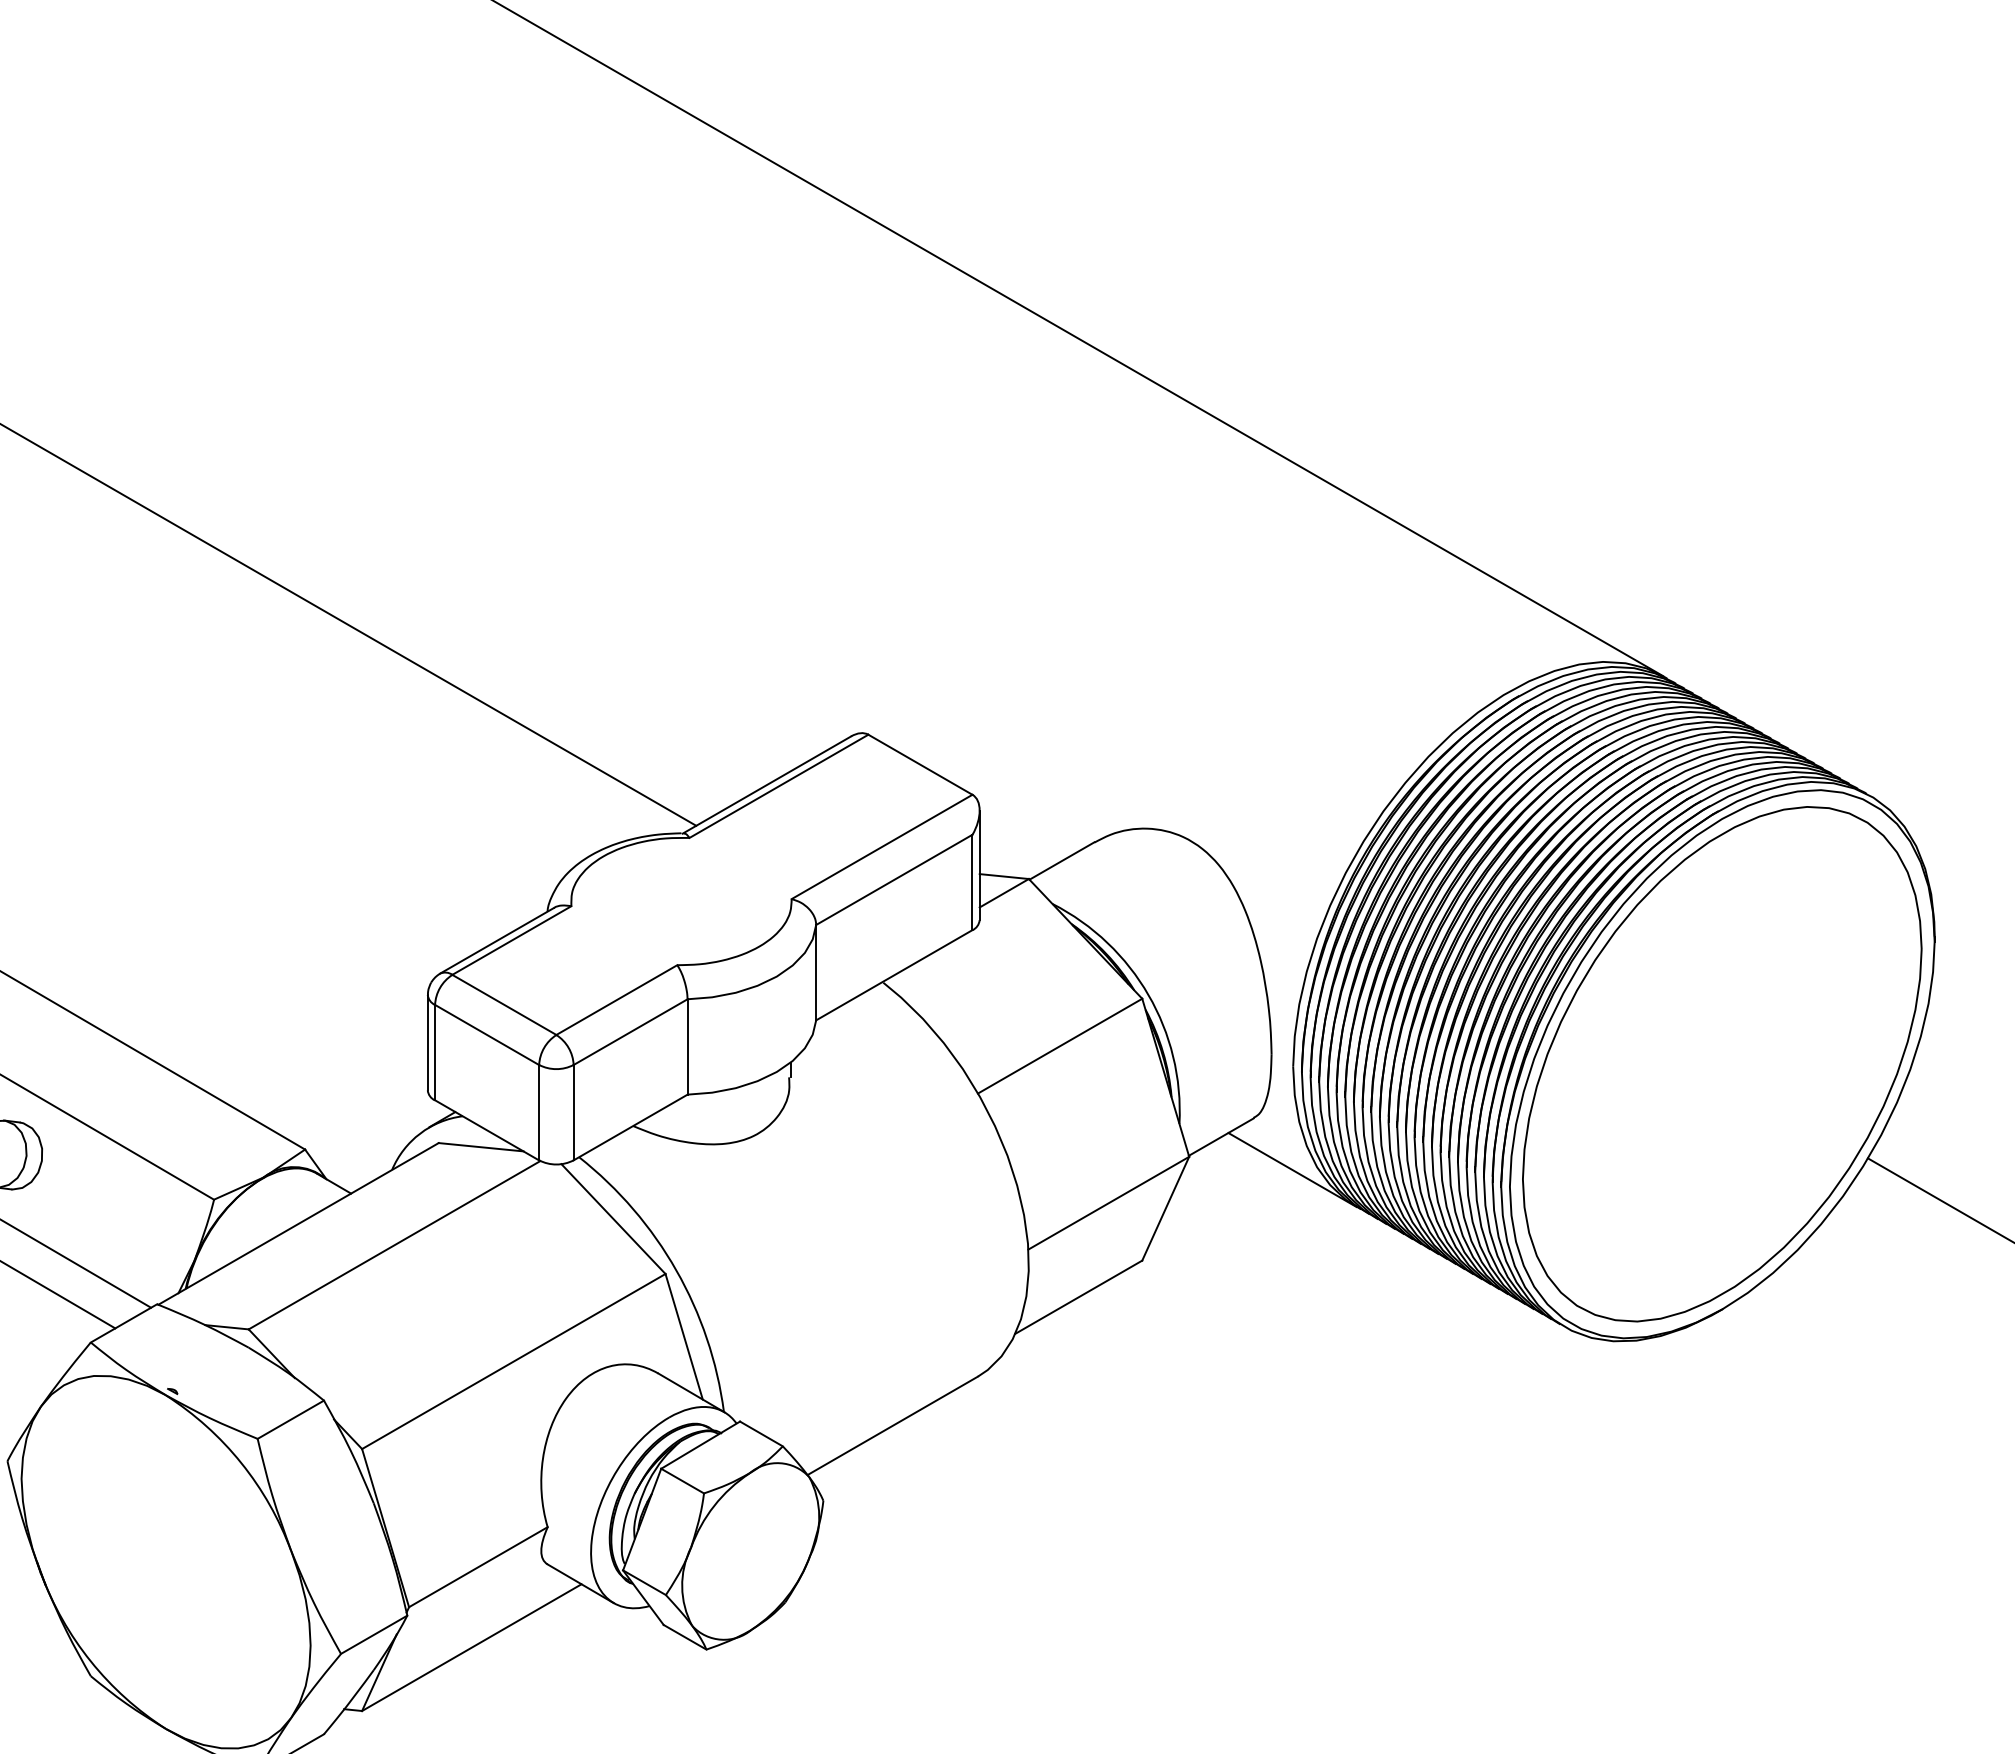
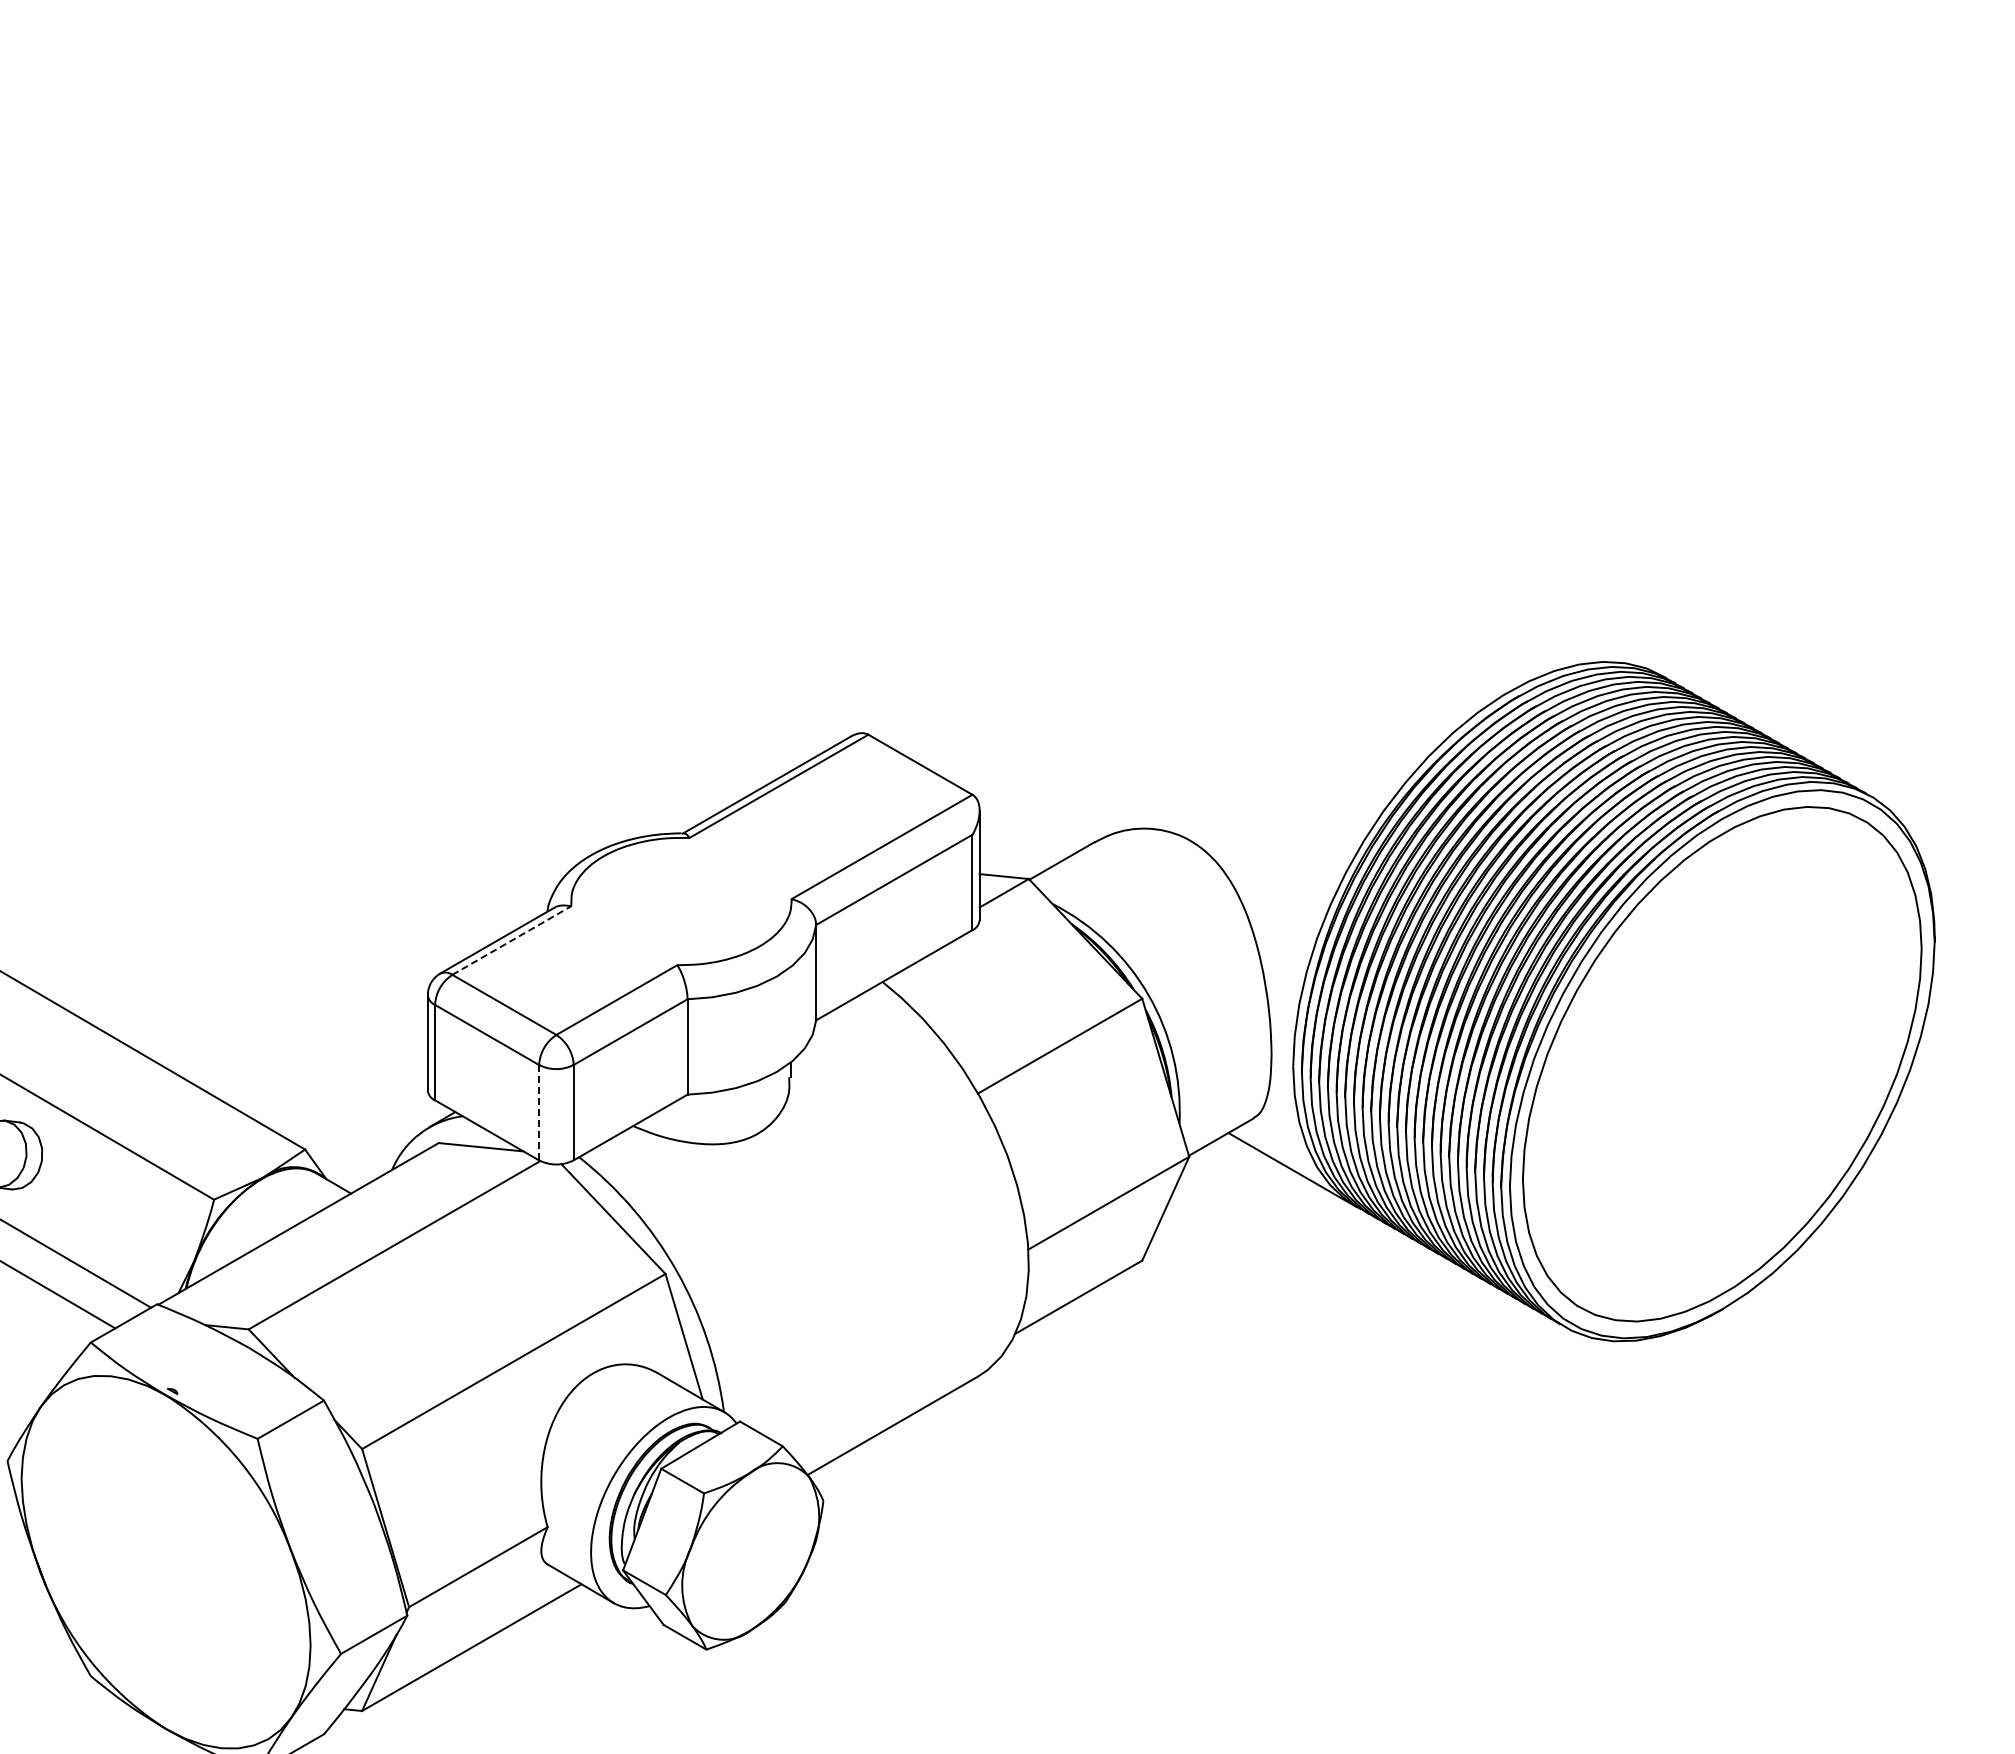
line at (1079, 339): present -> none
line at (349, 625): present -> none
line at (511, 940): solid -> dashed
line at (539, 1112): solid -> dashed
line at (1939, 1199): present -> none
